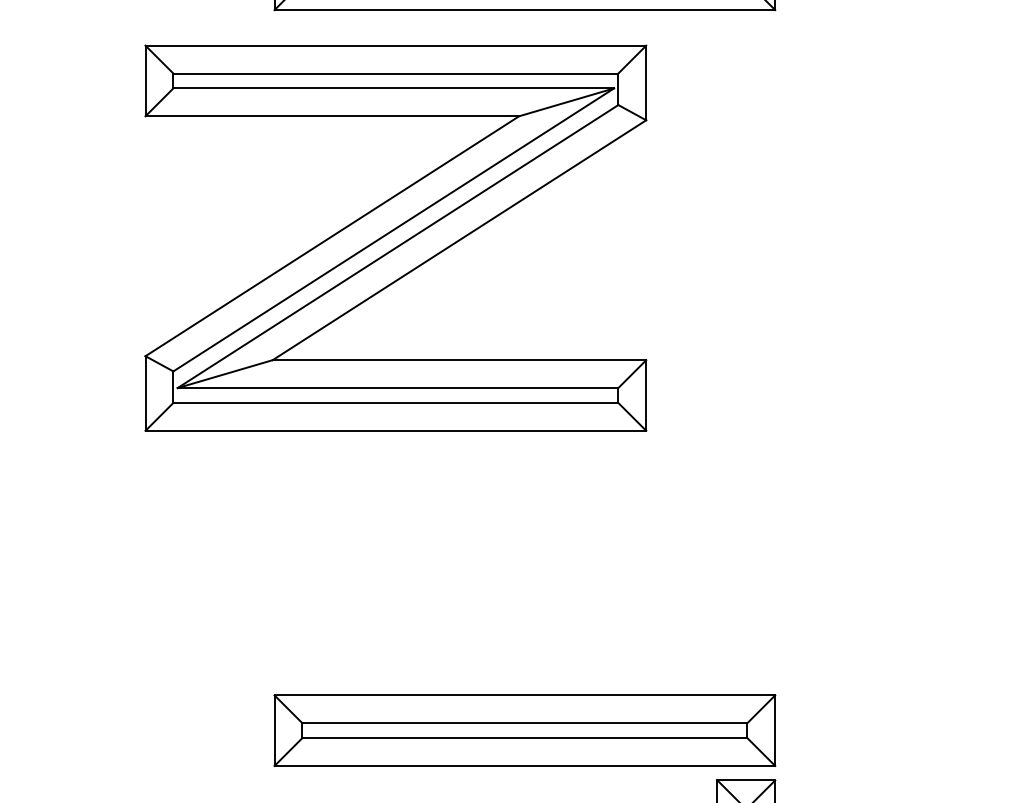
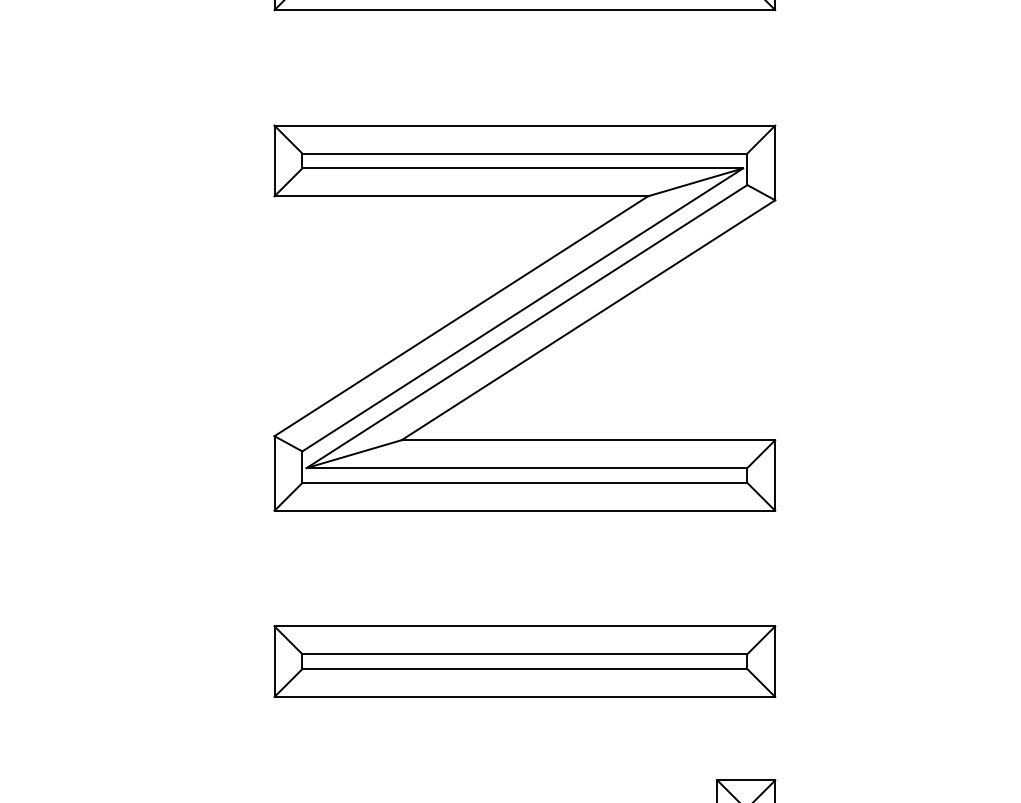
part at (395, 237) position: (395, 237) -> (524, 317)
part at (524, 730) position: (524, 730) -> (524, 661)
